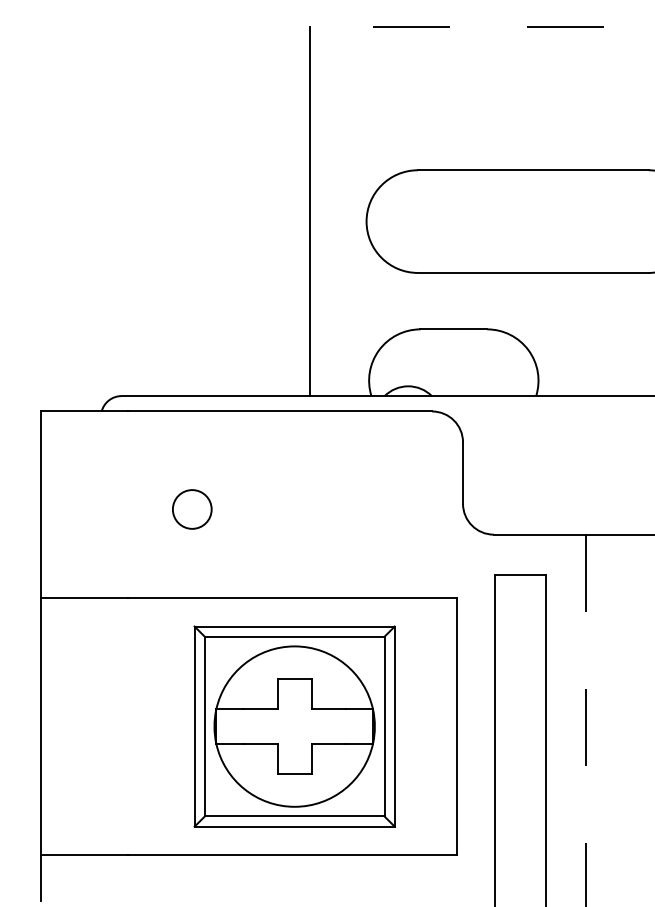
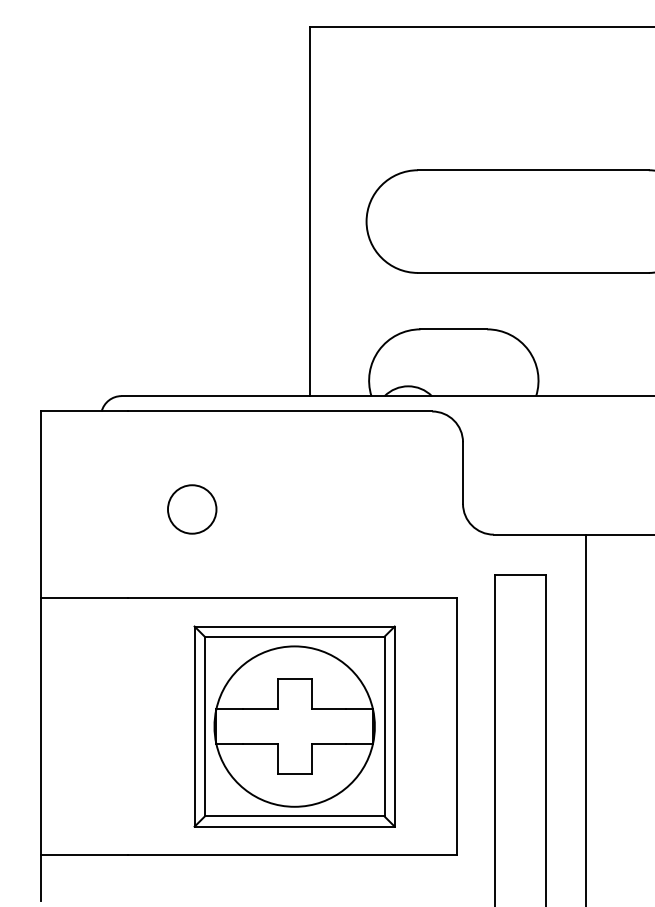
line at (482, 26): dashed -> solid
circle at (192, 509) size: 41x41 px -> 51x51 px
line at (586, 720): dashed -> solid
